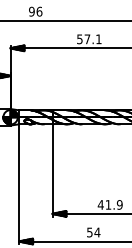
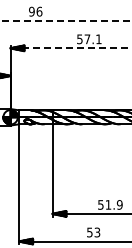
line at (66, 20): solid -> dashed
line at (71, 48): solid -> dashed
text at (100, 204): 41.9 -> 51.9
text at (97, 232): 54 -> 53
